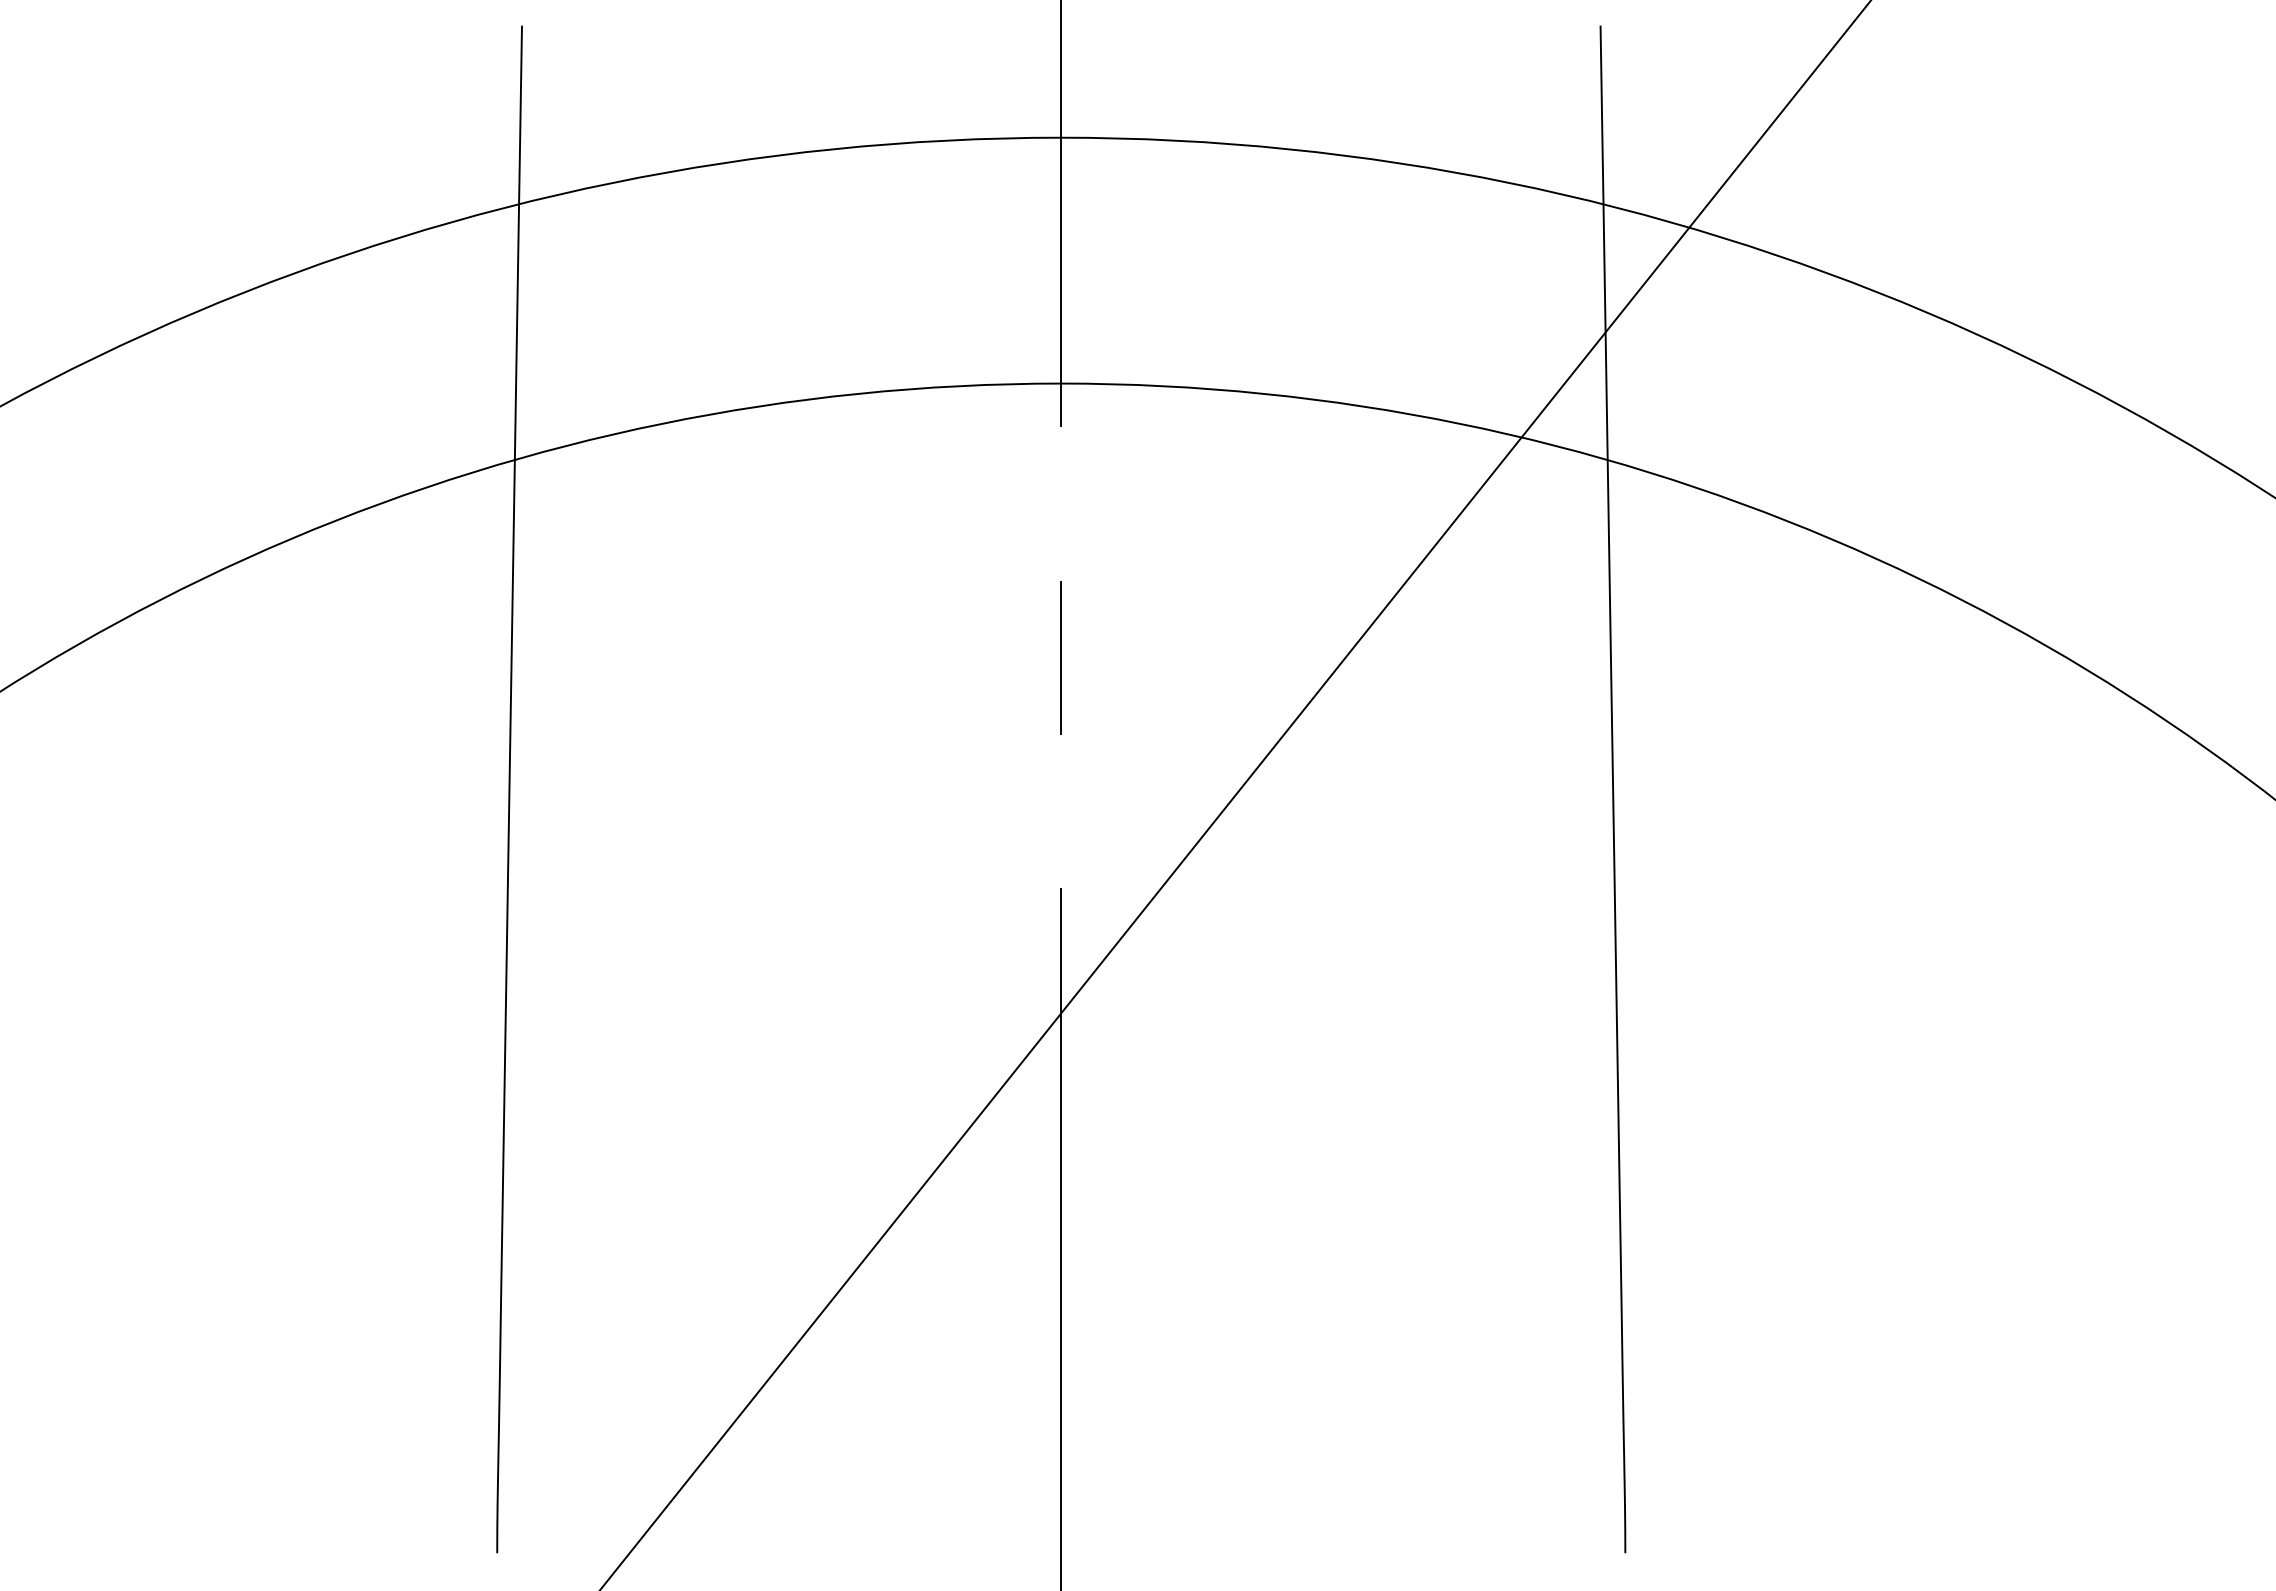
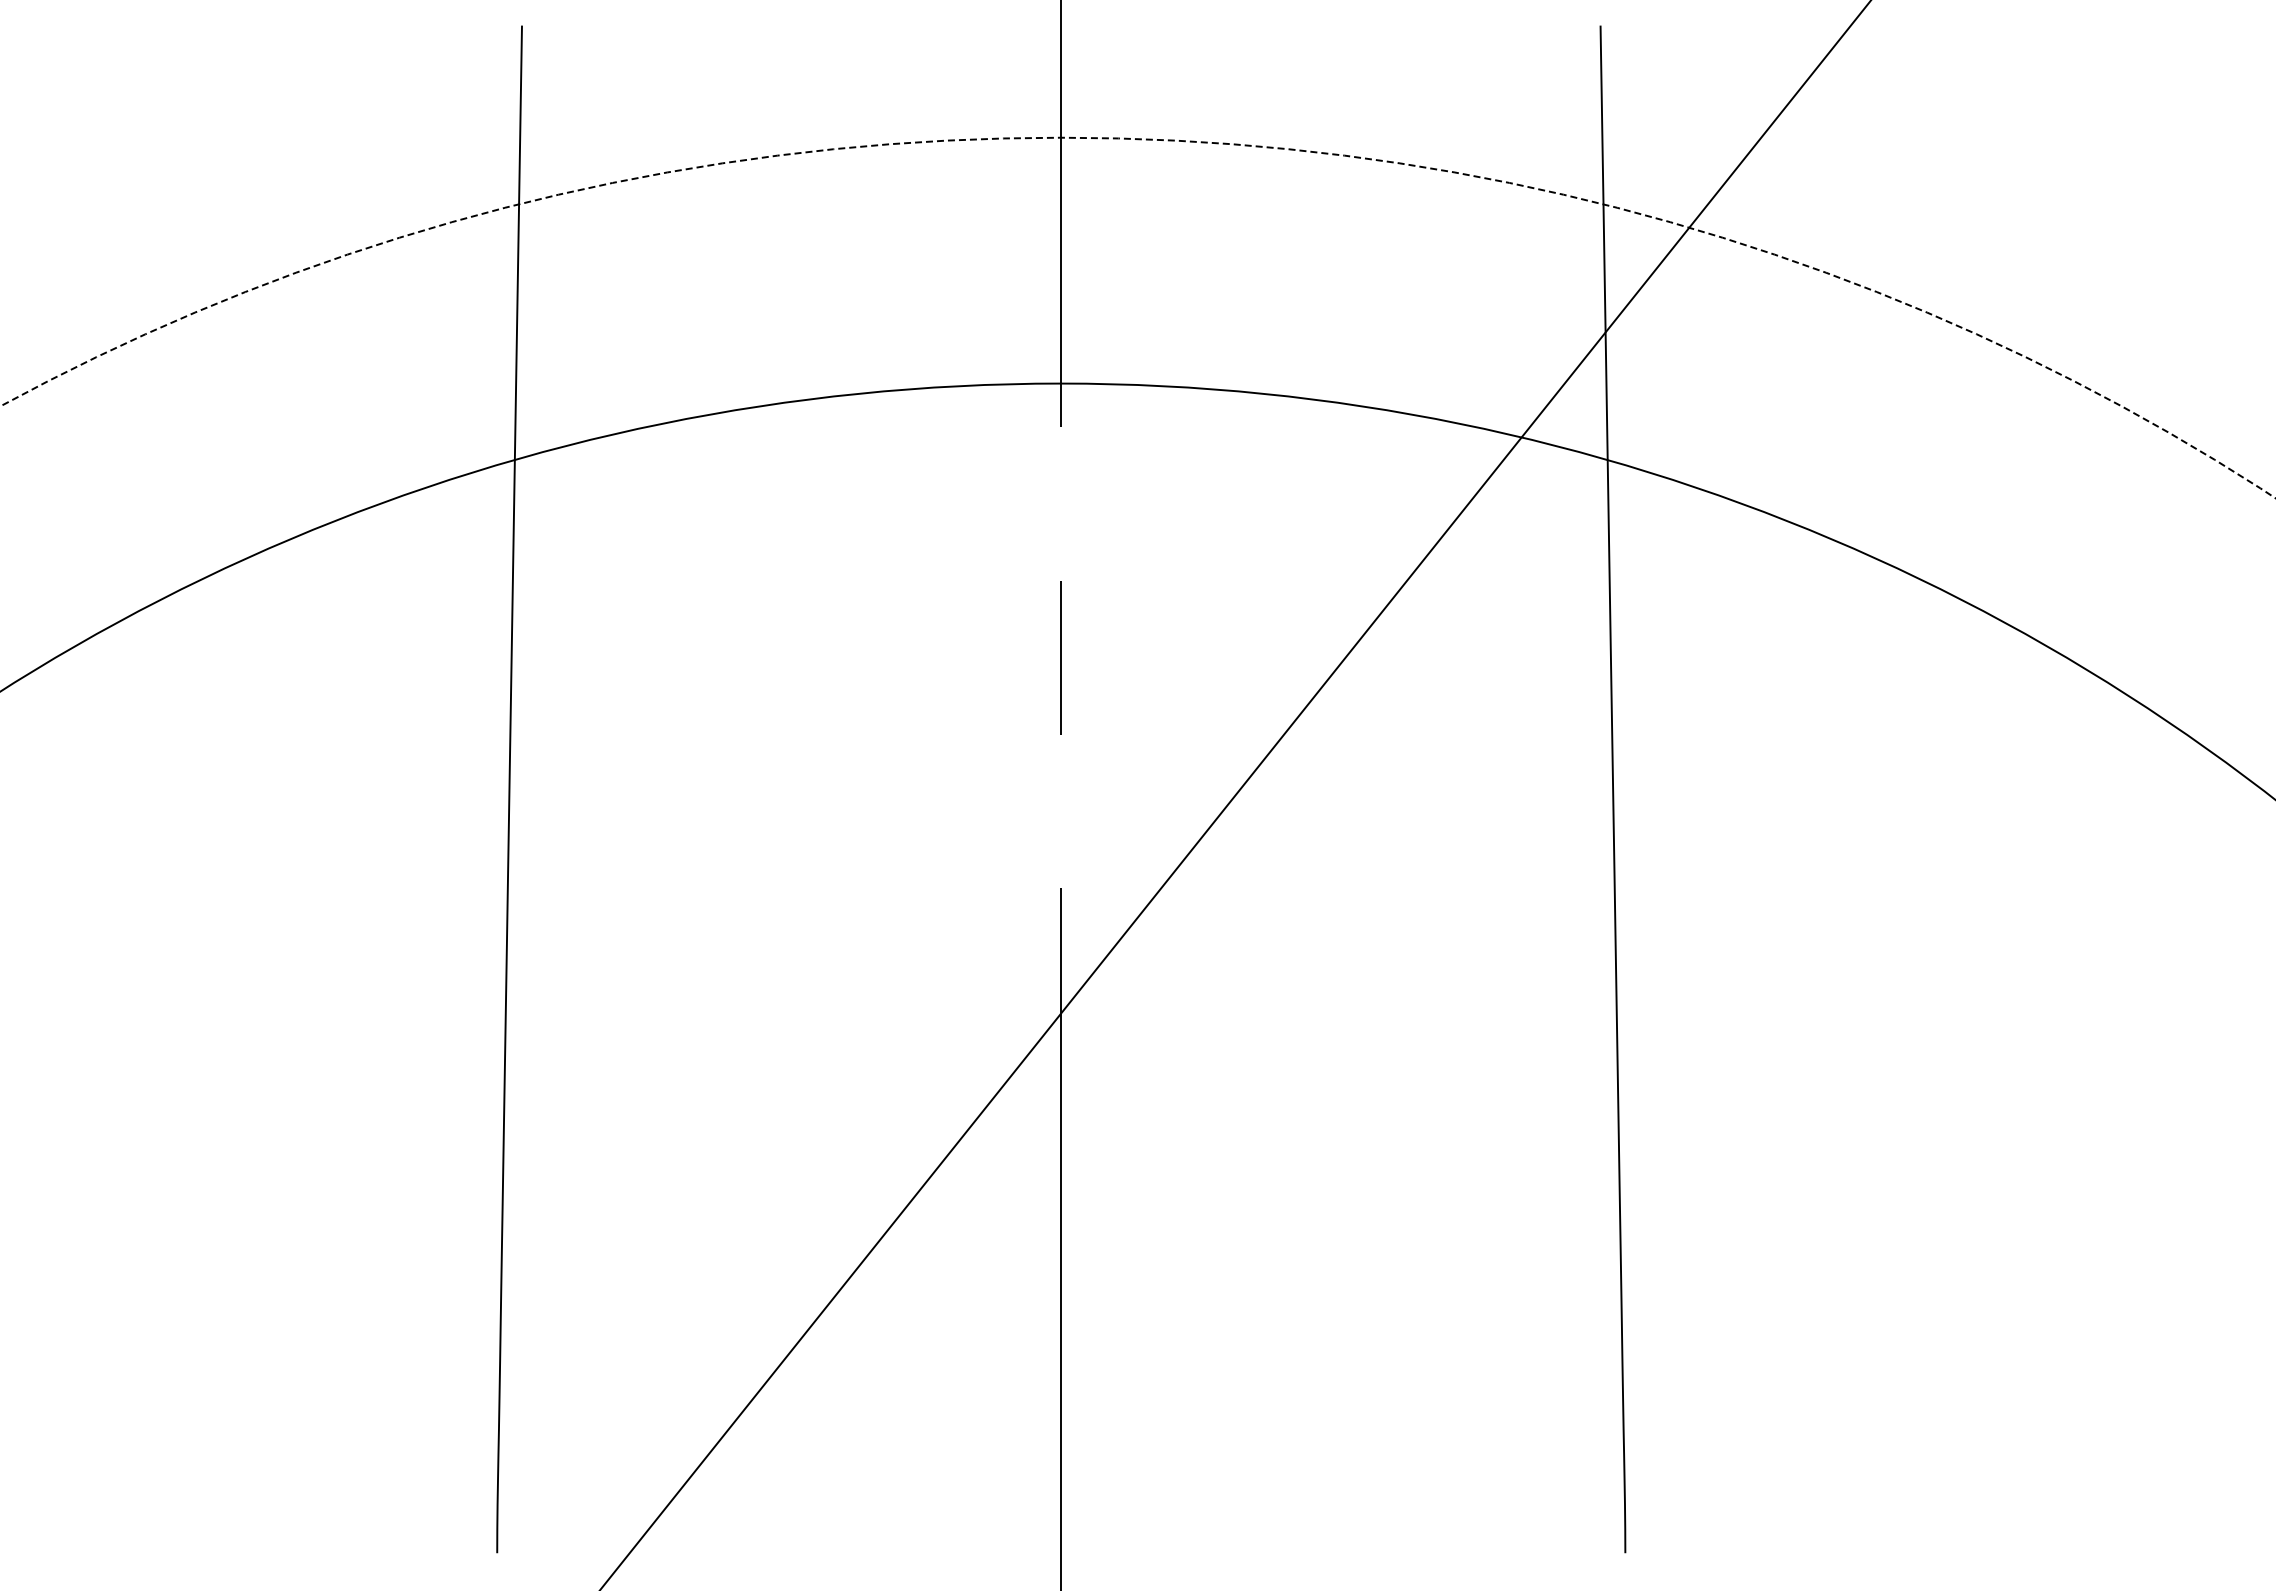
circle at (1137, 317): solid -> dashed
